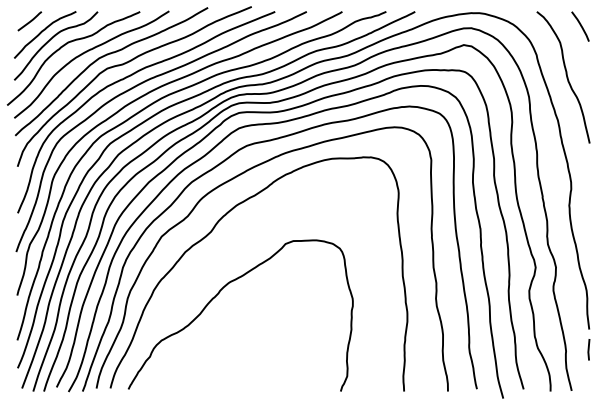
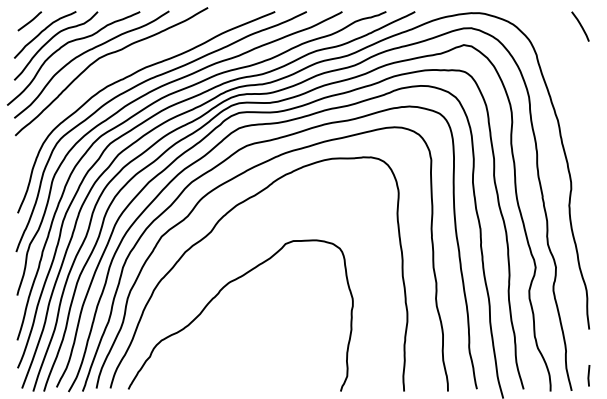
curve at (123, 65): present -> none
curve at (566, 77): present -> none
line at (588, 349) position: (588, 349) -> (588, 375)
